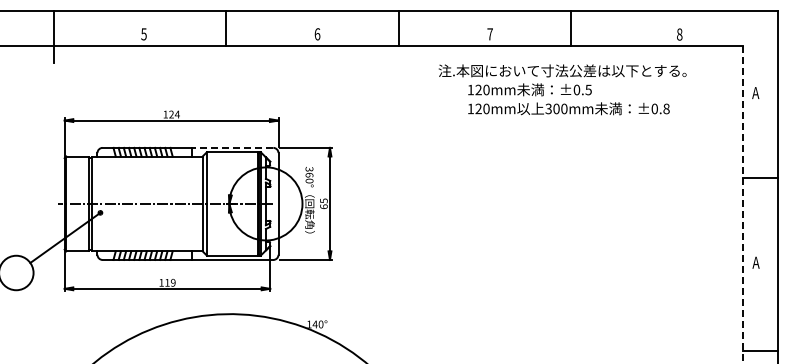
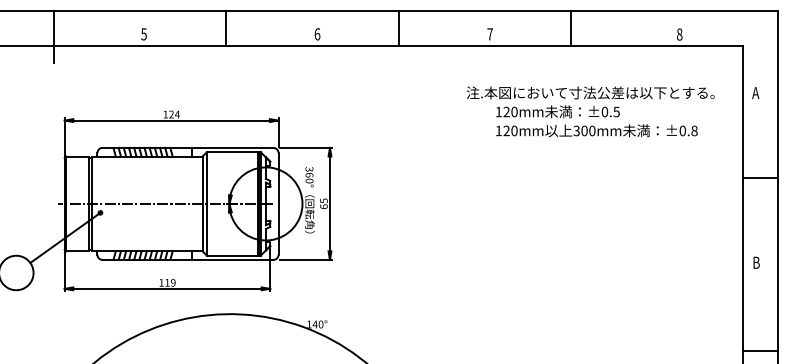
text at (562, 89) position: (562, 89) -> (590, 111)
line at (232, 147): dashed -> solid
line at (743, 204): dashed -> solid
text at (755, 262): A -> B
